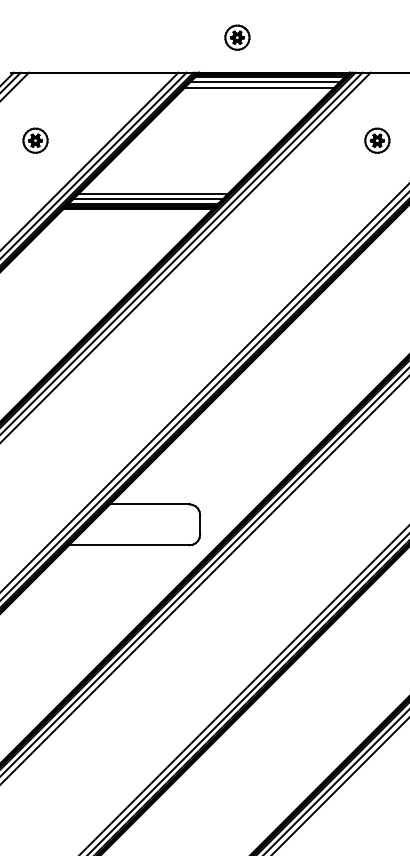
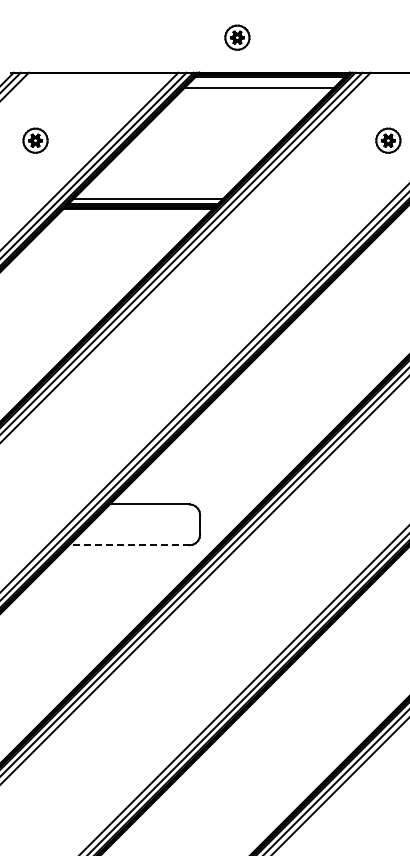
line at (264, 82): present -> none
part at (377, 140) position: (377, 140) -> (388, 140)
line at (153, 193): present -> none
line at (128, 545): solid -> dashed
